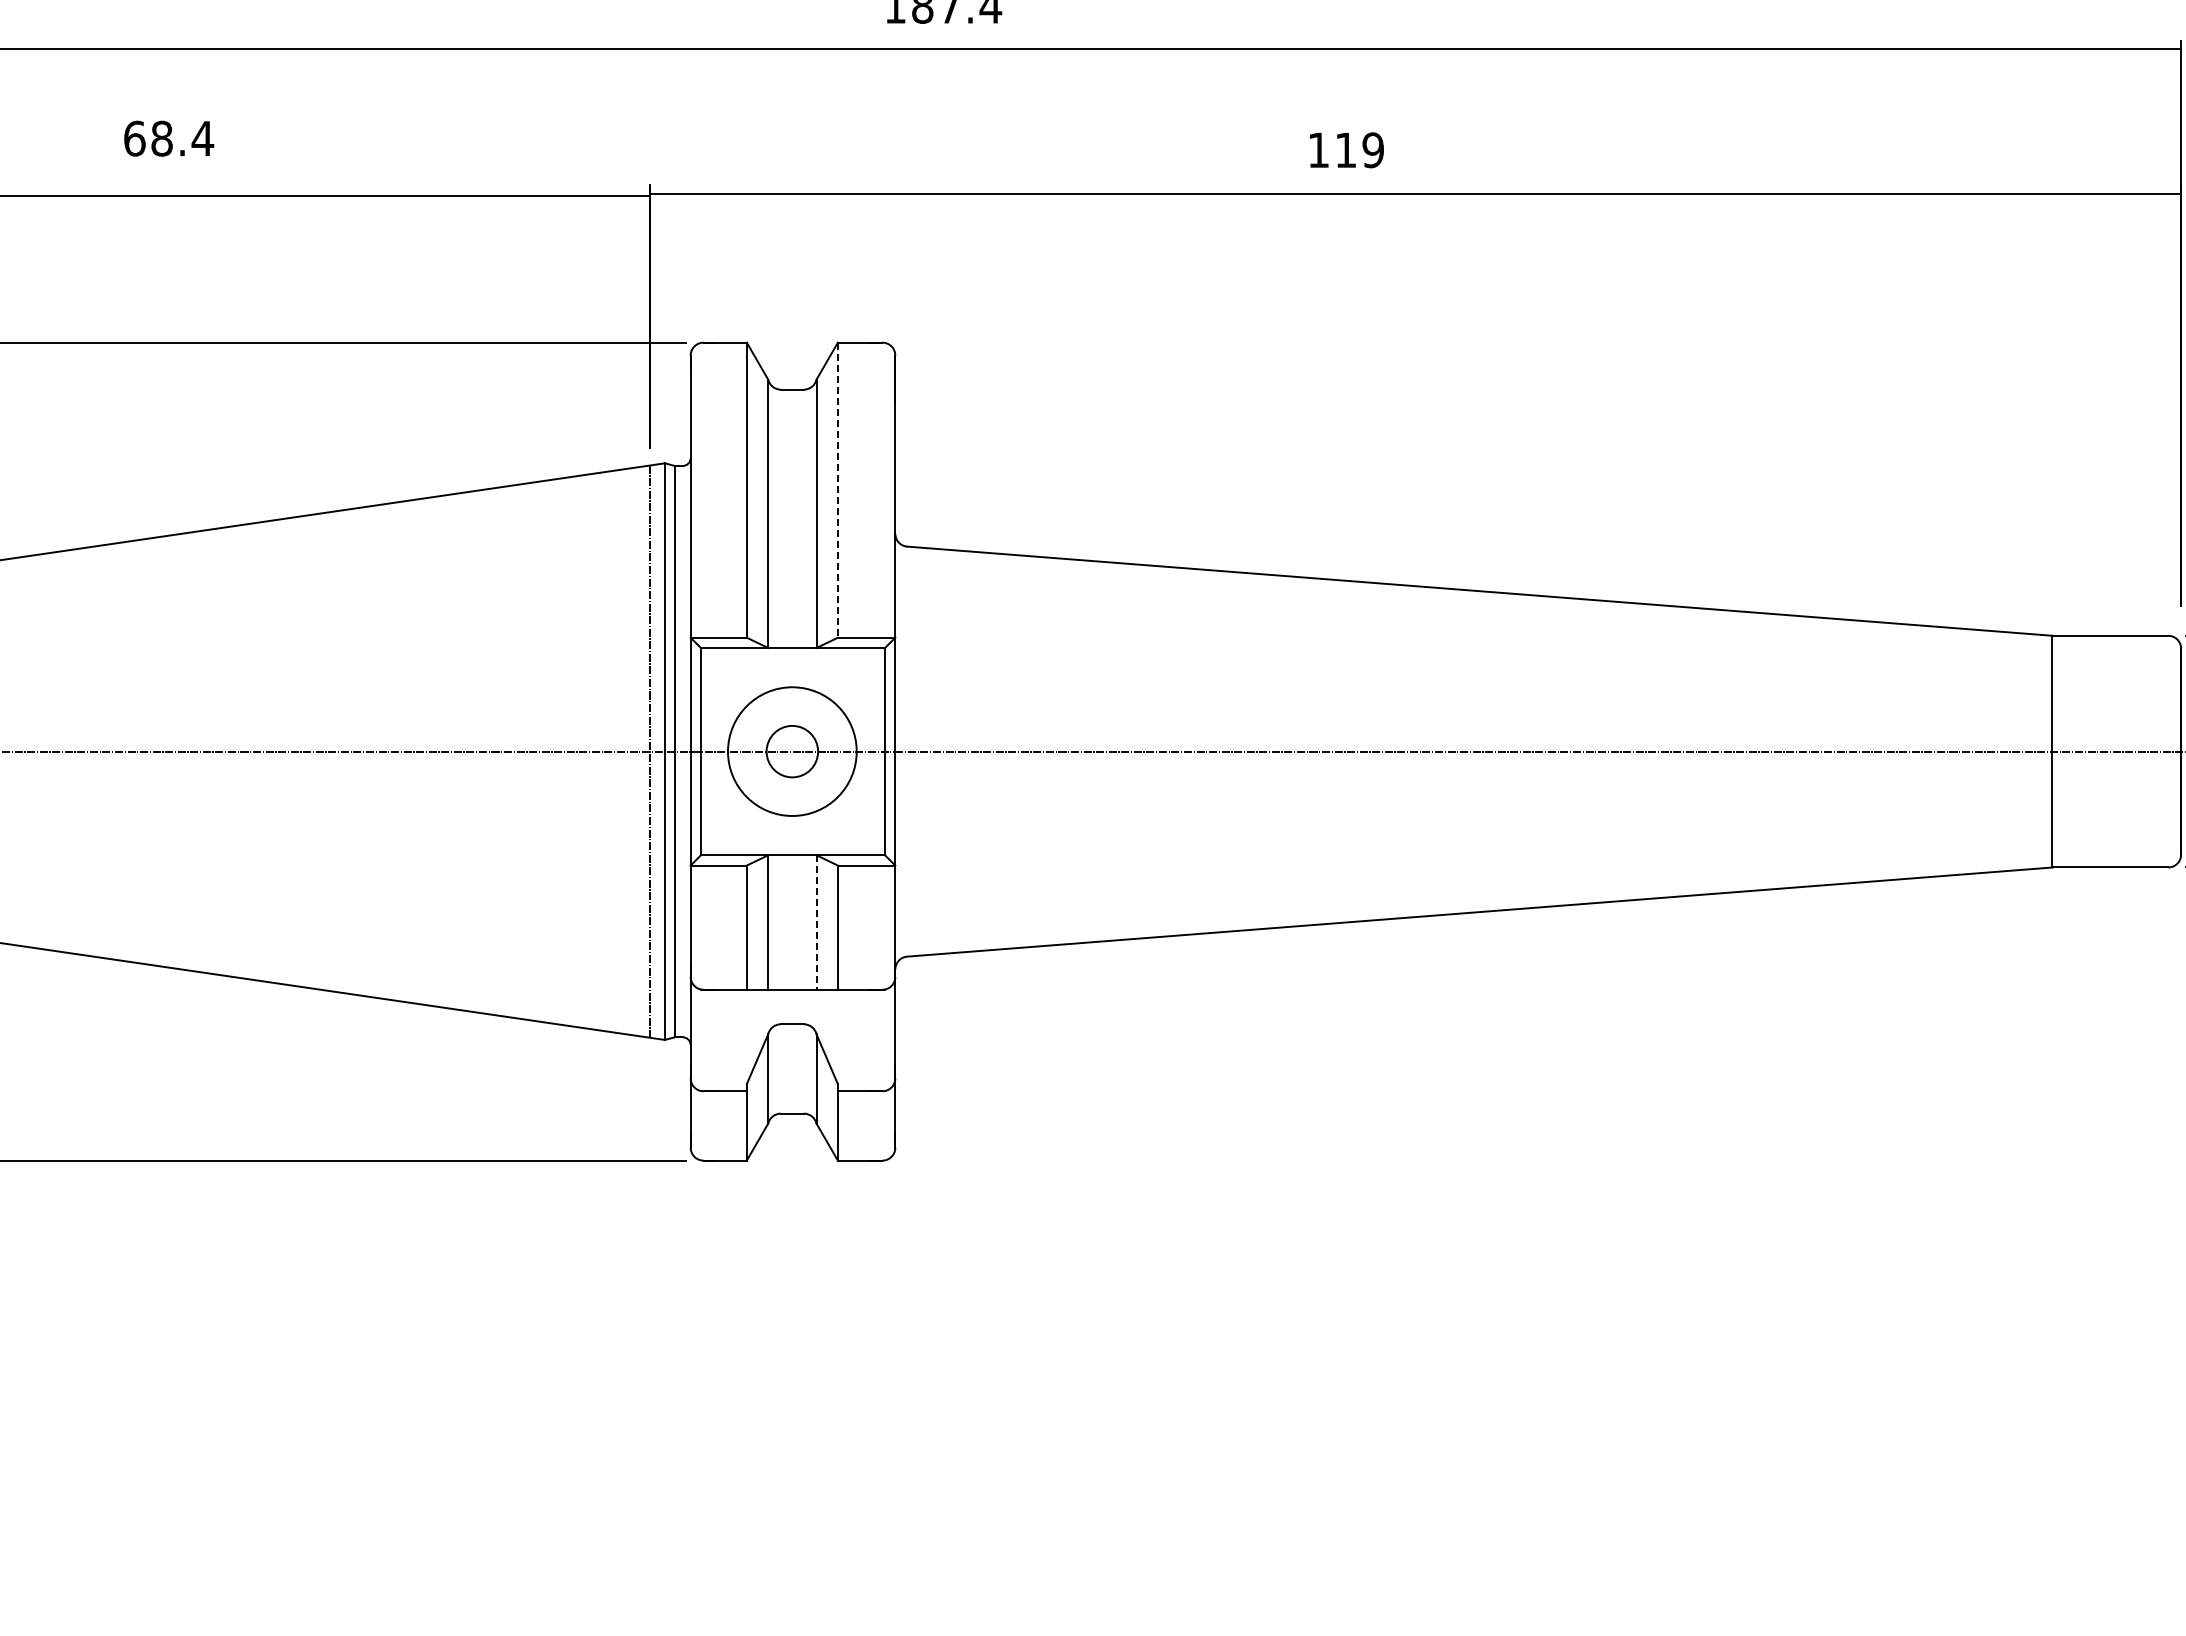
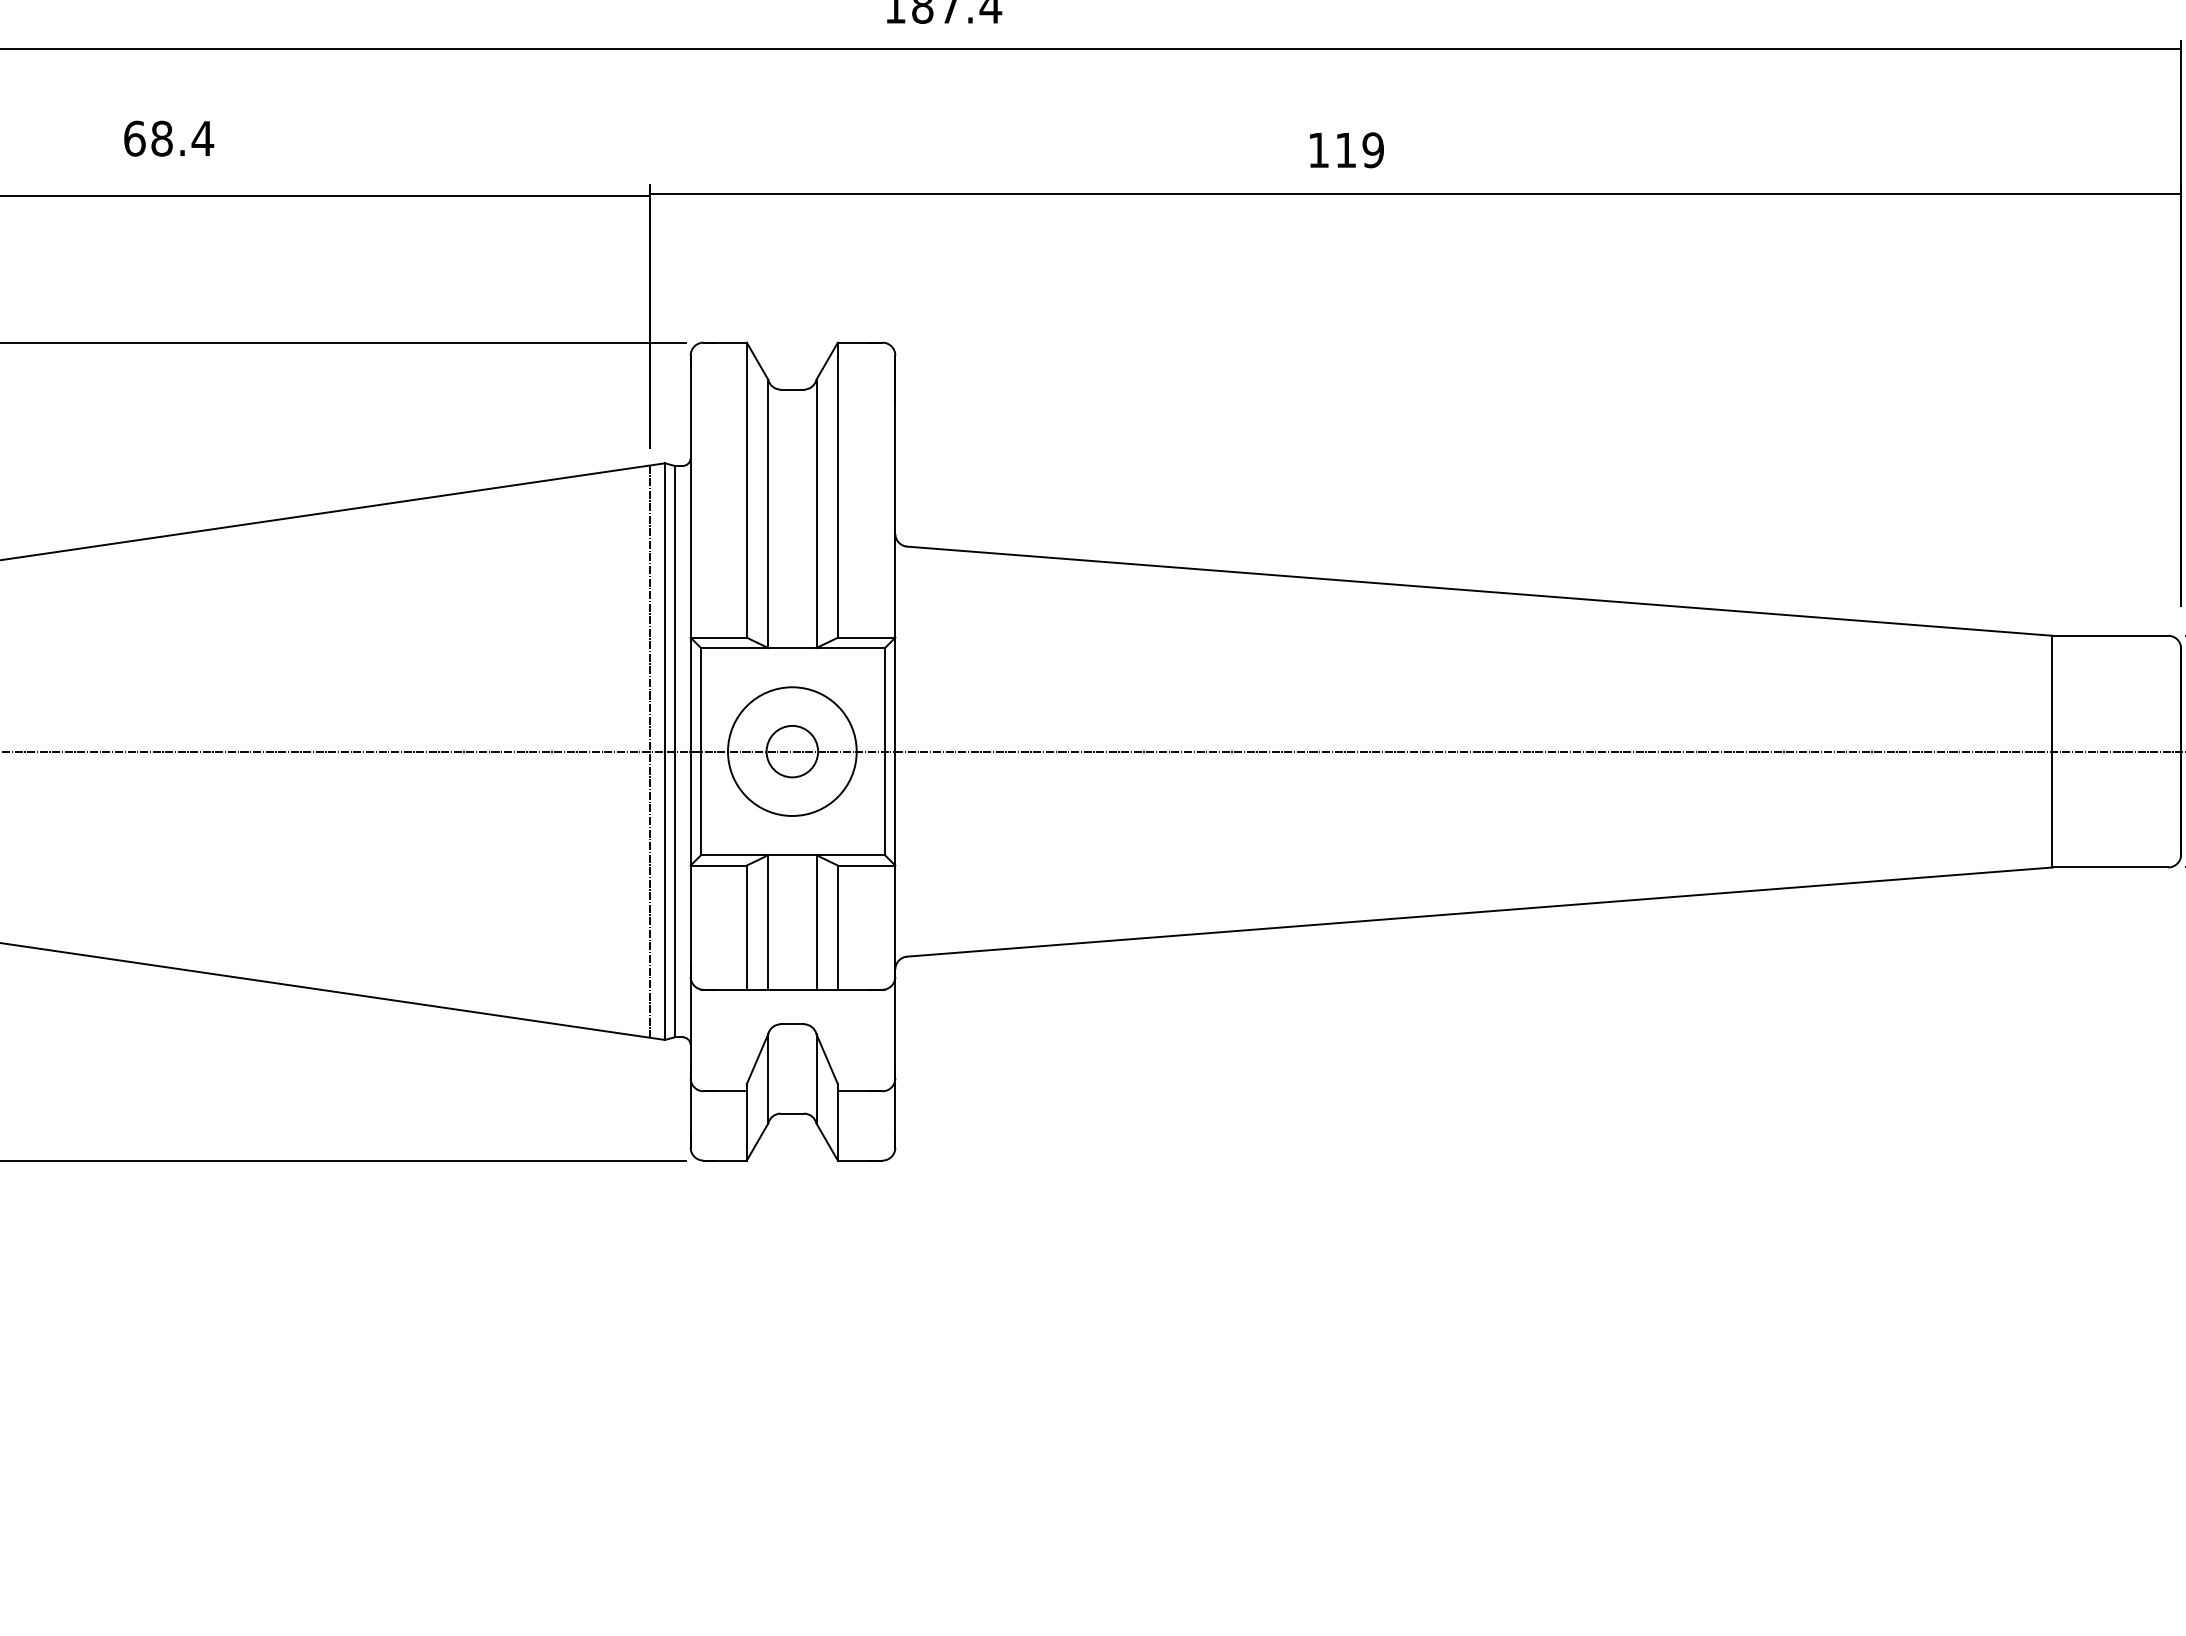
line at (837, 490): dashed -> solid
line at (816, 923): dashed -> solid
